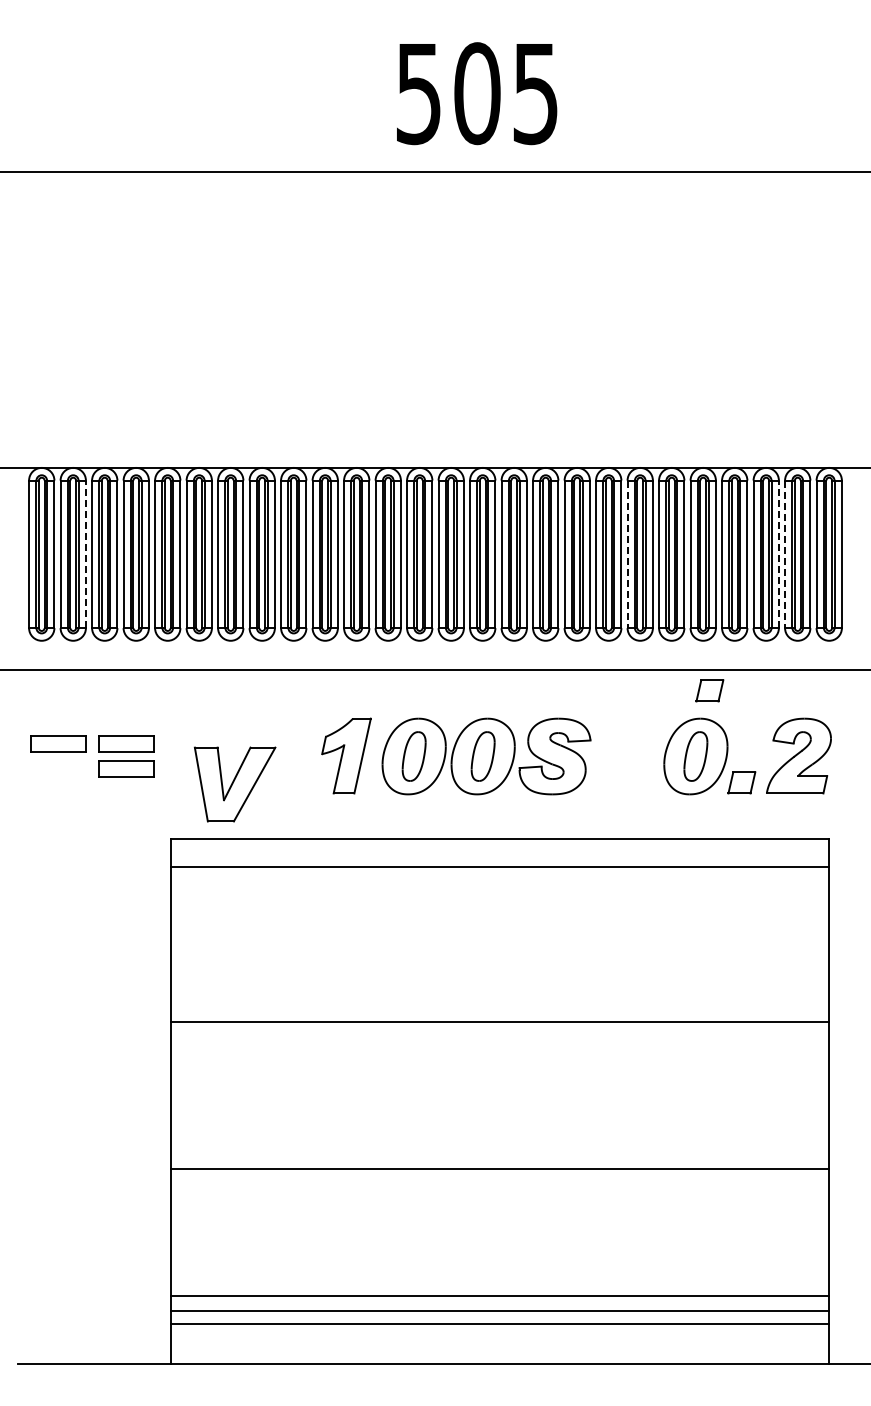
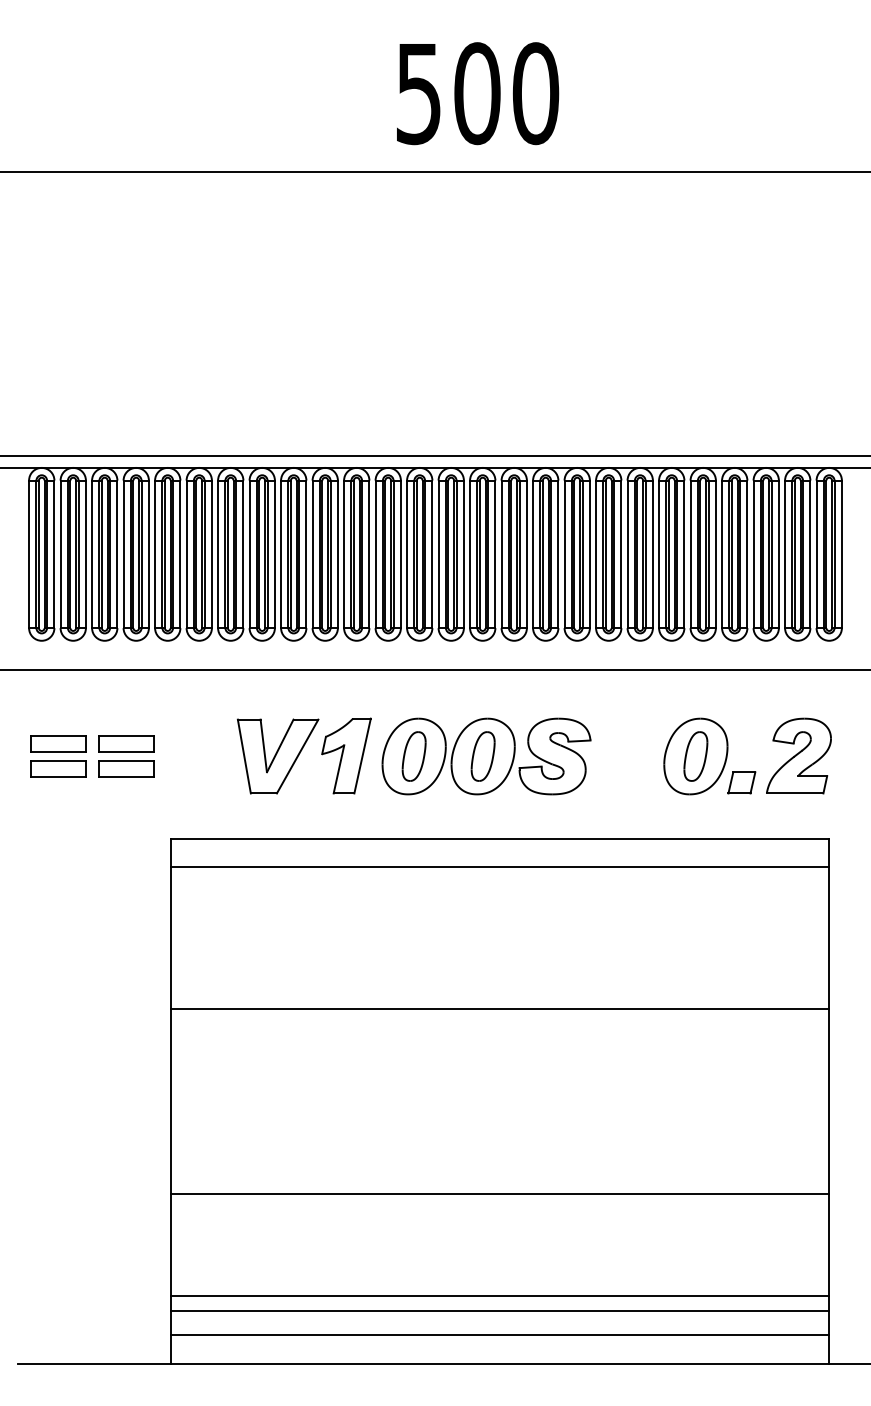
text at (535, 93): 505 -> 500
line at (434, 455): none -> present
line at (85, 554): dashed -> solid
line at (627, 554): dashed -> solid
line at (778, 554): dashed -> solid
line at (785, 554): dashed -> solid
part at (709, 690): present -> none
part at (58, 768): none -> present
part at (235, 784) position: (235, 784) -> (278, 756)
line at (499, 1022) position: (499, 1022) -> (499, 1009)
line at (499, 1168) position: (499, 1168) -> (499, 1193)
line at (499, 1324) position: (499, 1324) -> (499, 1335)
